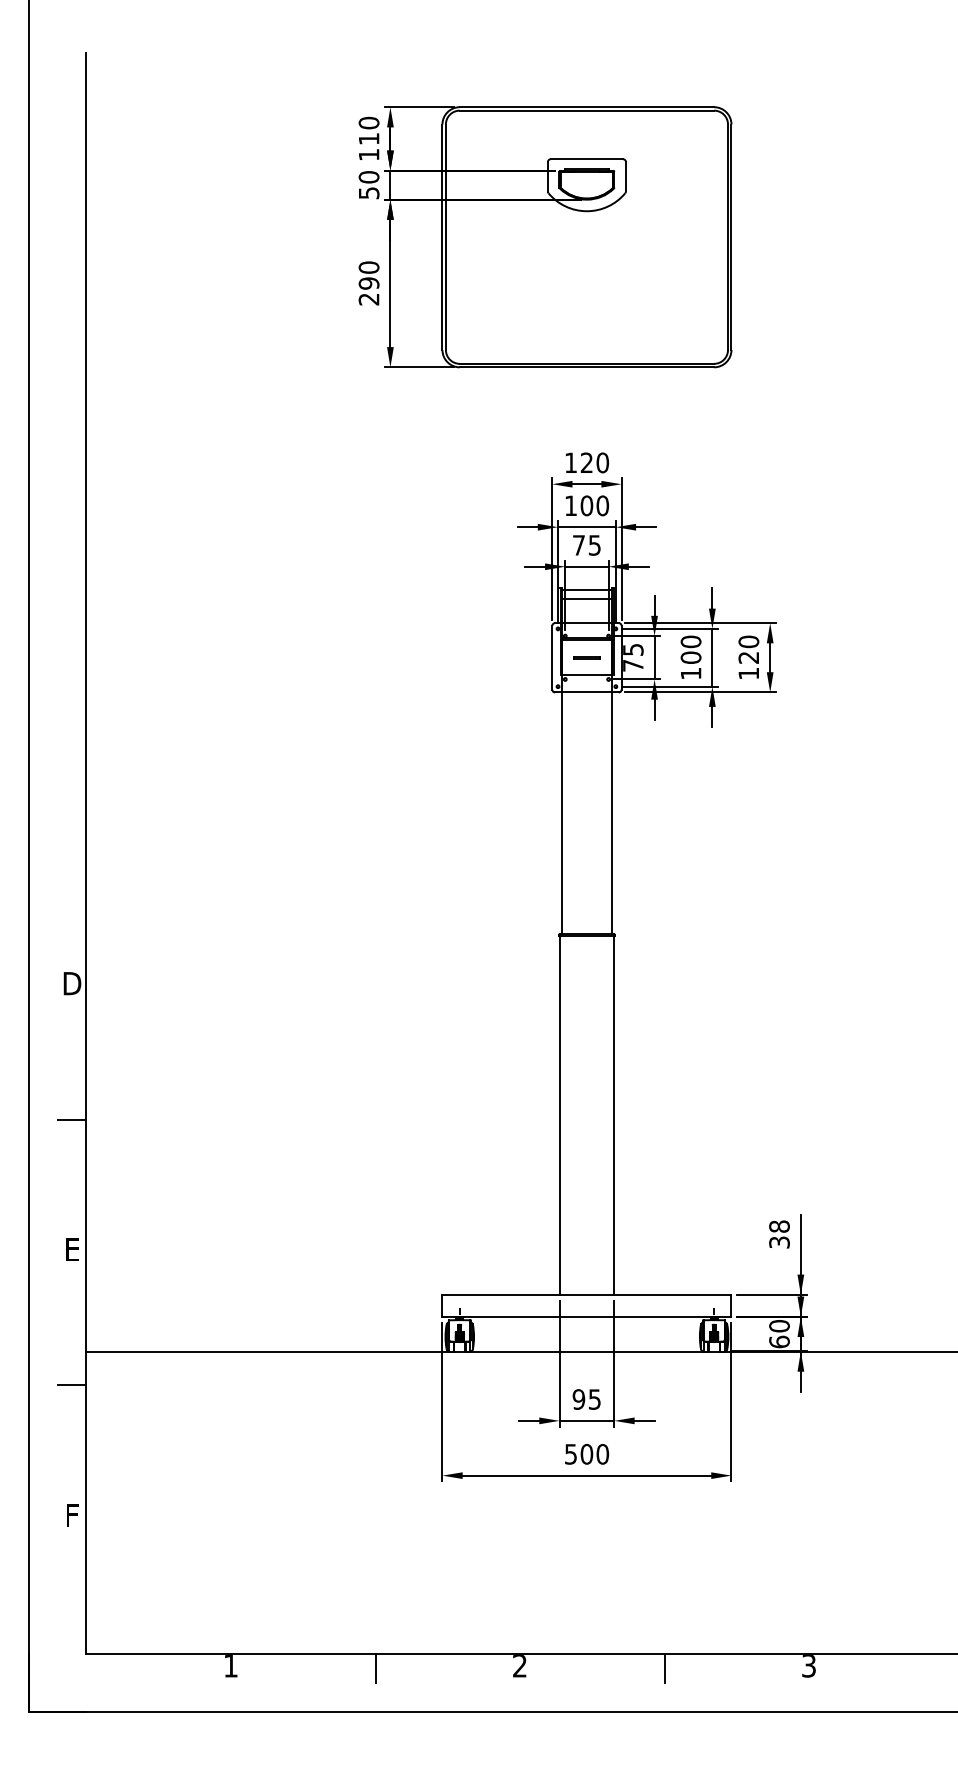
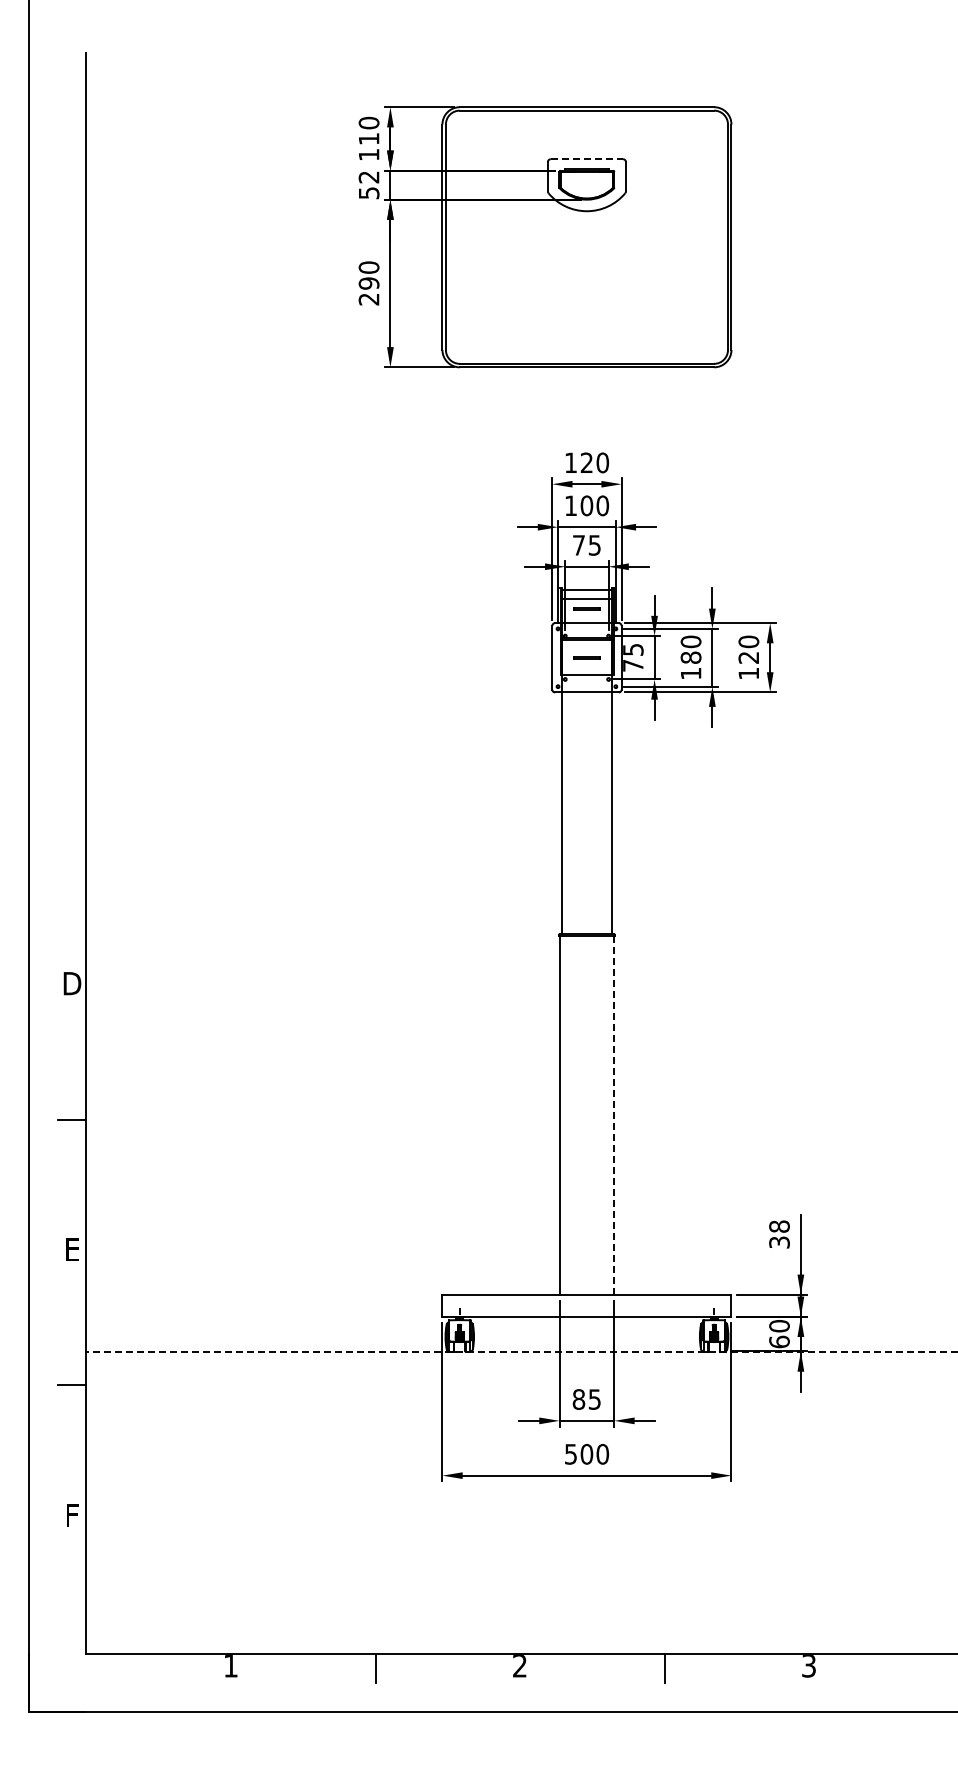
line at (587, 159): solid -> dashed
text at (368, 177): 50 -> 52
line at (586, 608): none -> present
text at (691, 657): 100 -> 180
line at (614, 1115): solid -> dashed
line at (521, 1351): solid -> dashed
text at (578, 1399): 95 -> 85
